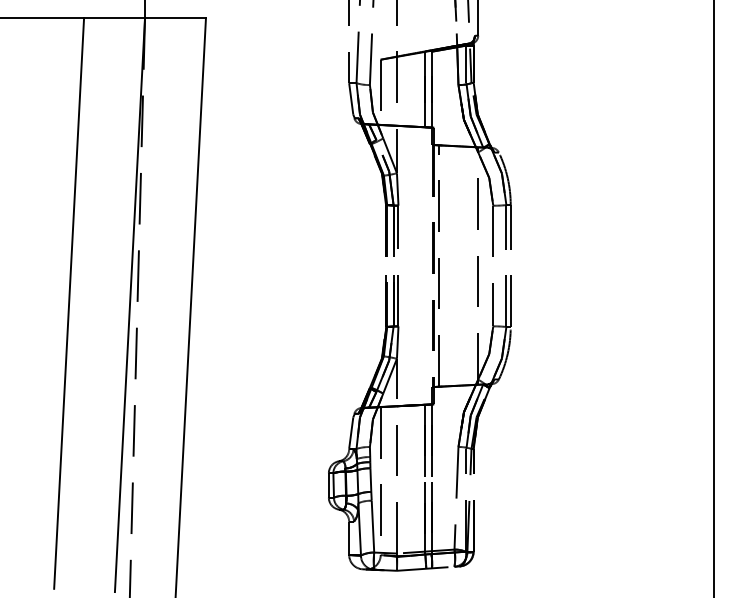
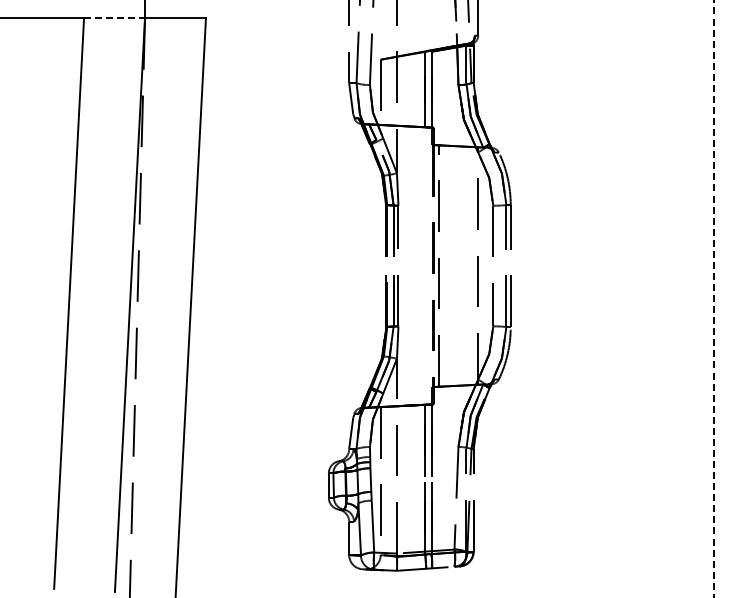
line at (115, 18): solid -> dashed
line at (713, 298): solid -> dashed
